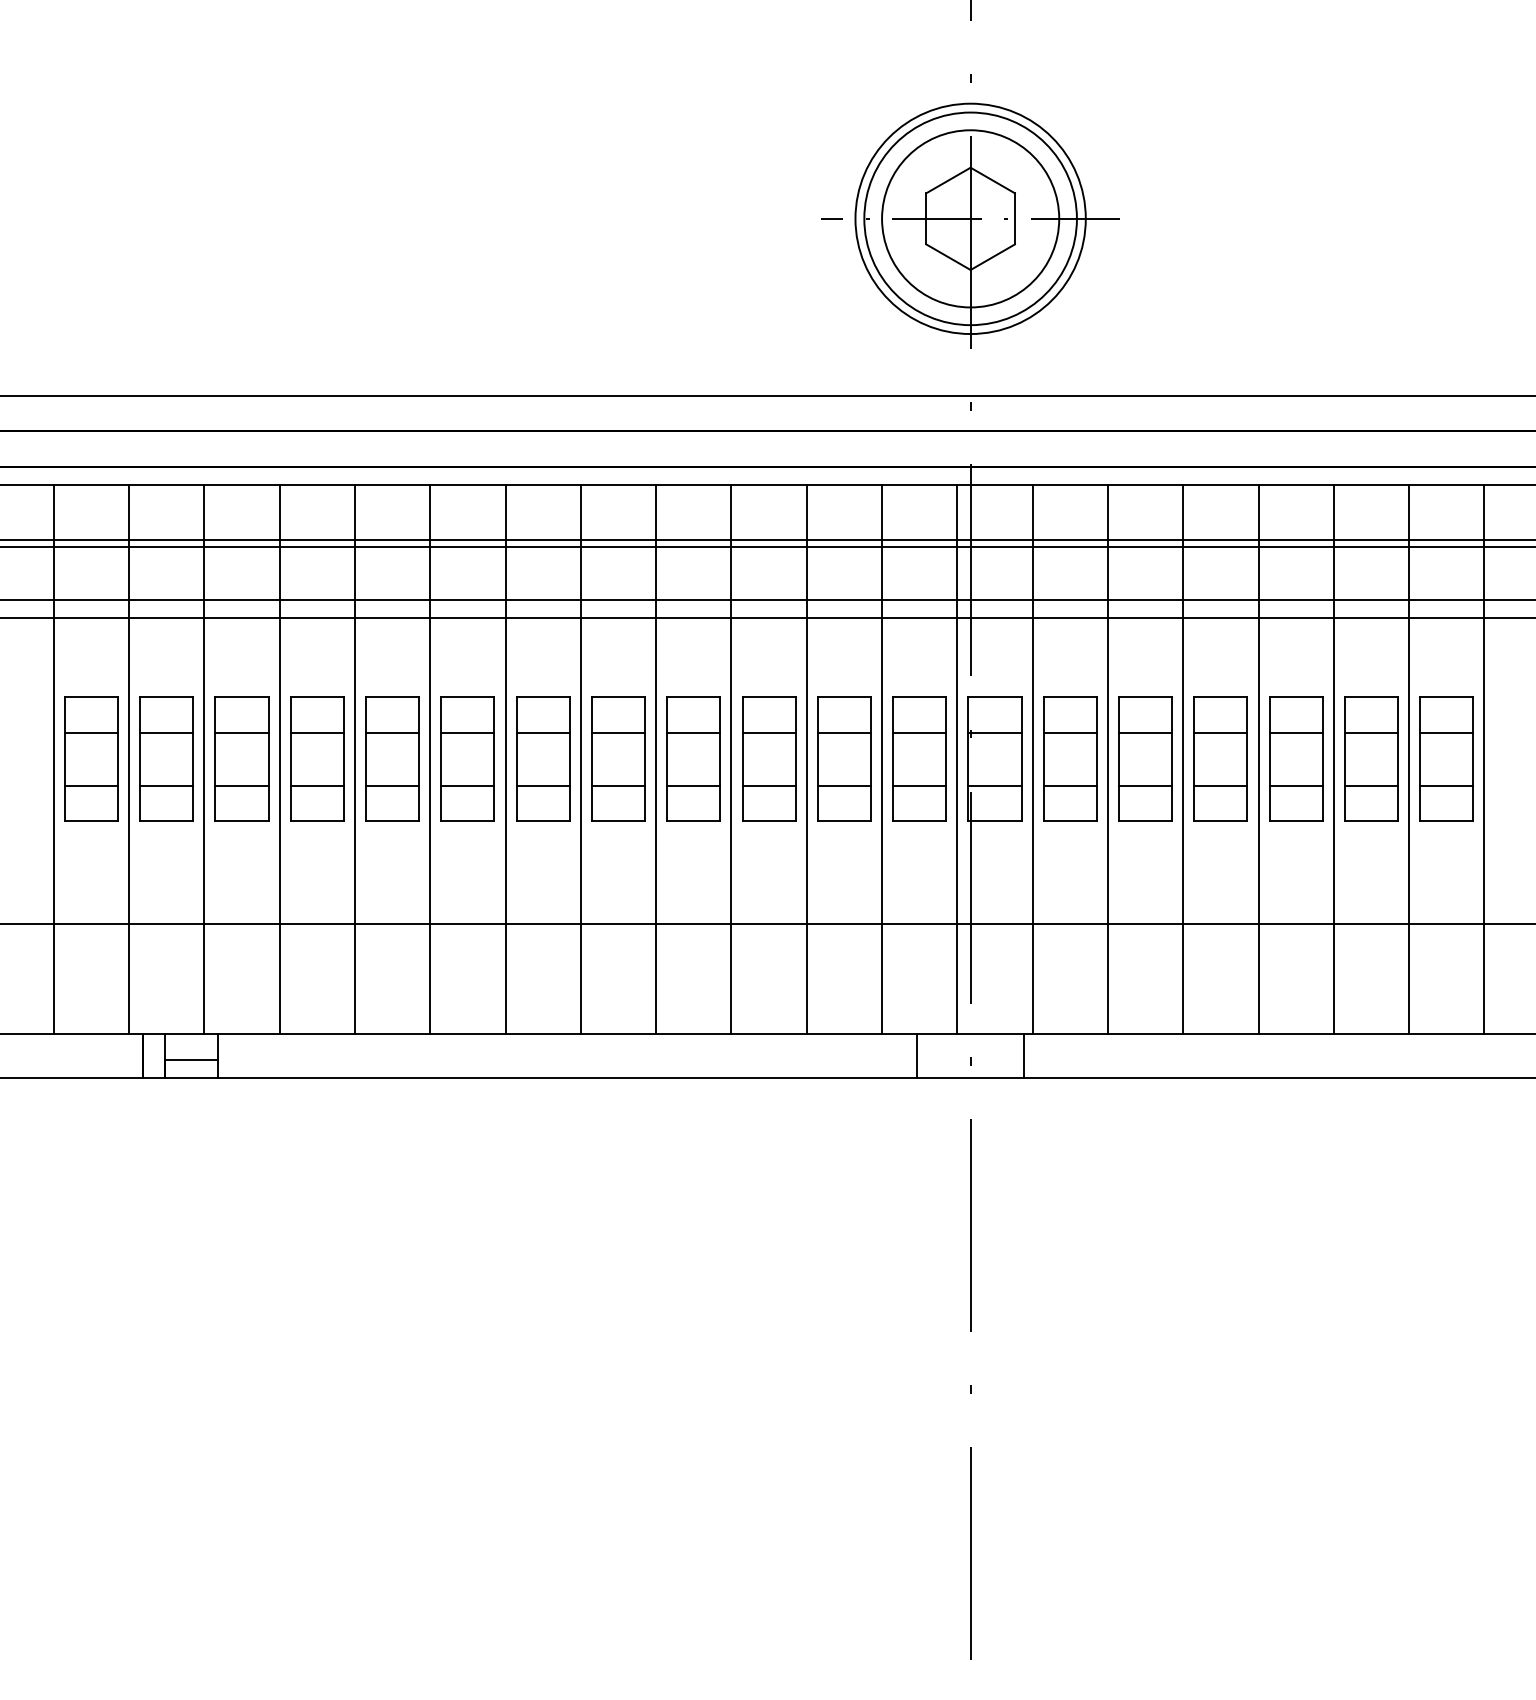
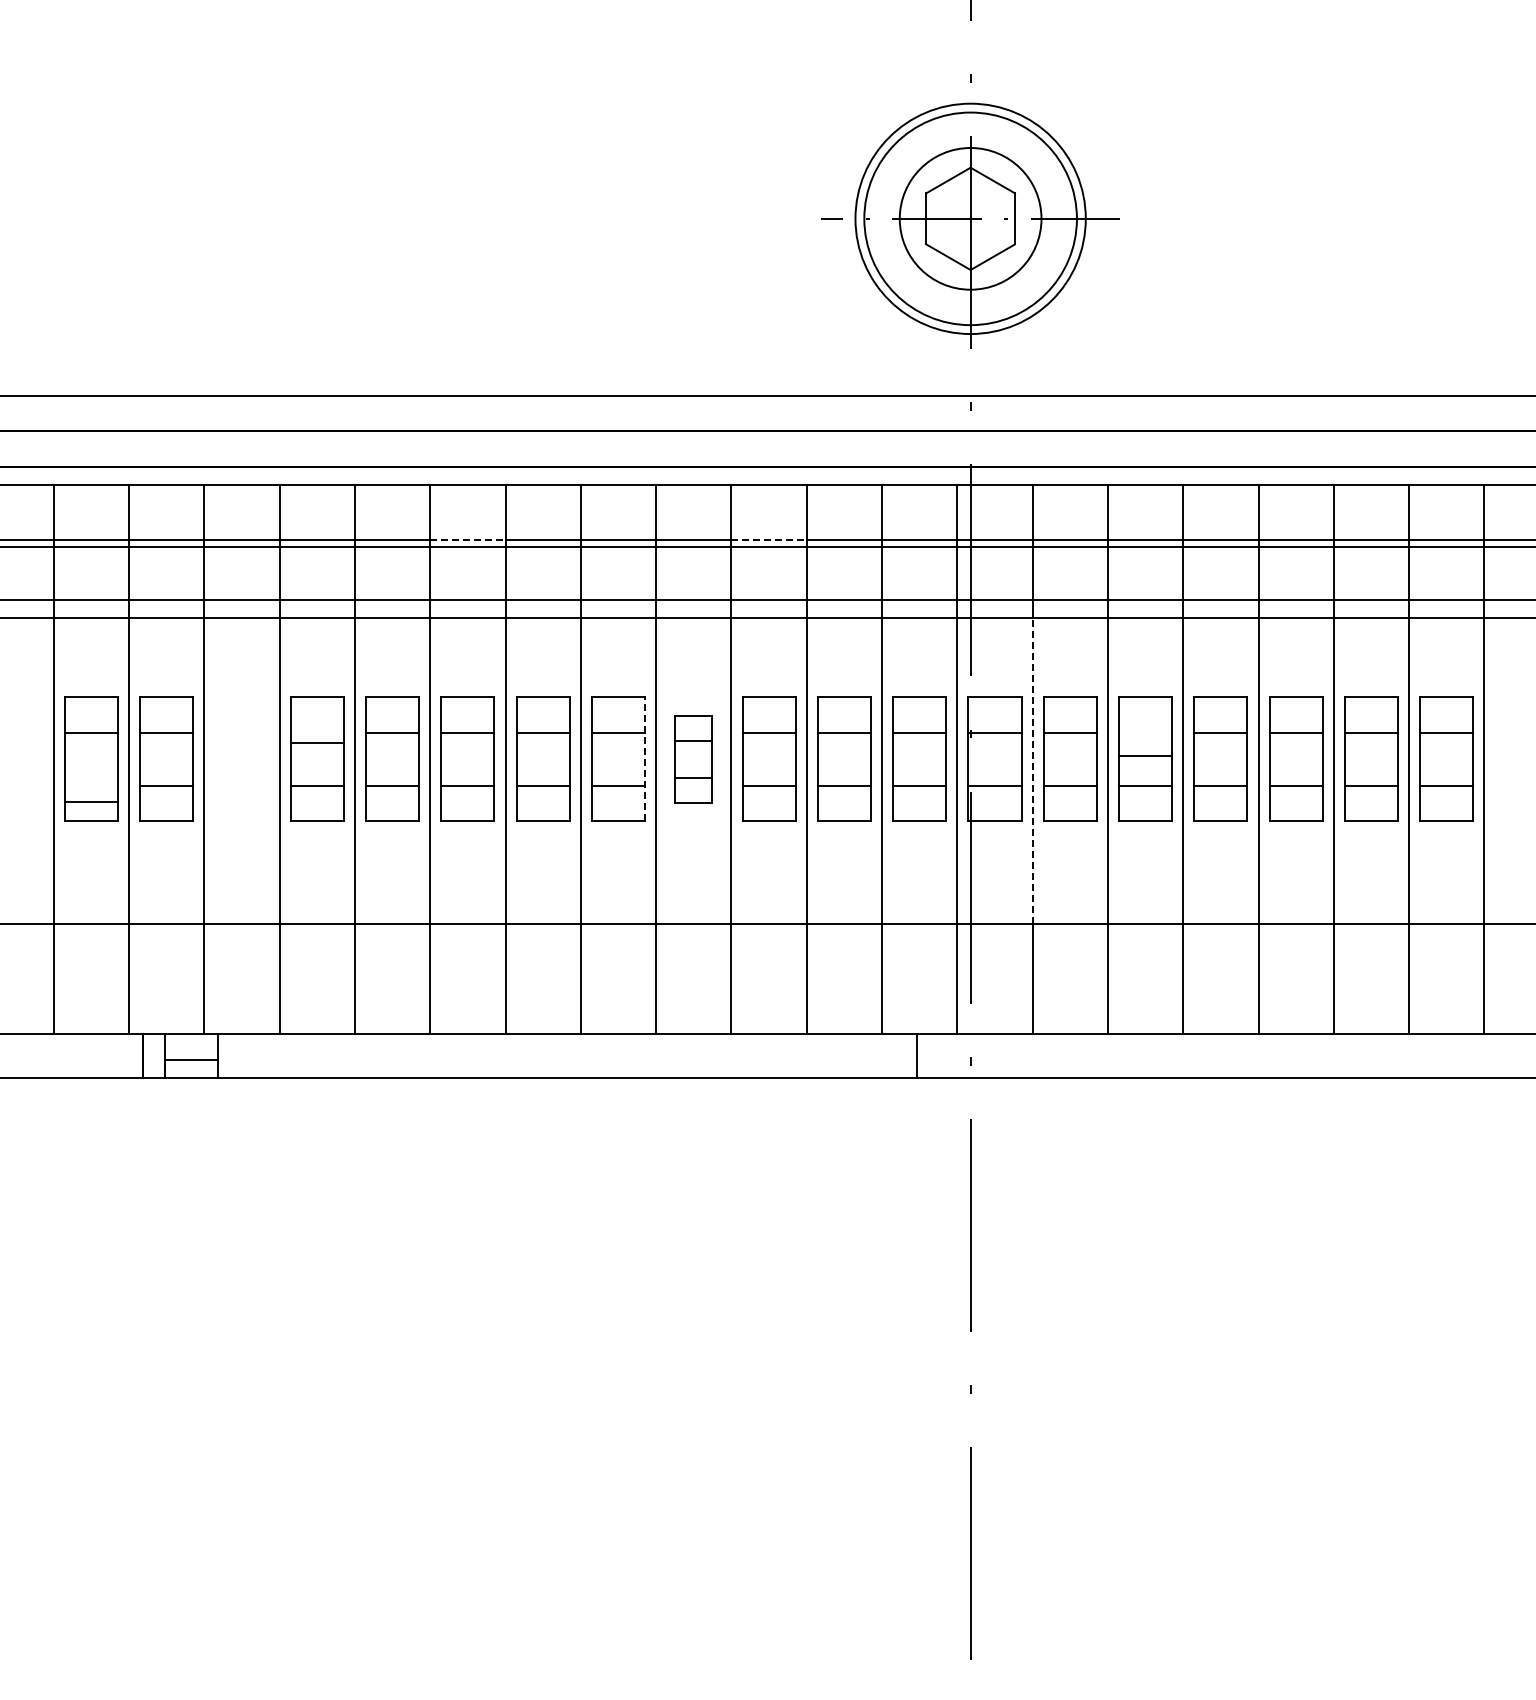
circle at (970, 218) diameter: 177 px -> 142 px
line at (467, 539): solid -> dashed
line at (769, 539): solid -> dashed
line at (316, 732) position: (316, 732) -> (316, 742)
line at (1145, 732) position: (1145, 732) -> (1145, 755)
part at (241, 758): present -> none
line at (645, 758): solid -> dashed
part at (693, 758) size: 55x126 px -> 39x89 px
line at (1032, 770): solid -> dashed
line at (90, 785) position: (90, 785) -> (90, 801)
line at (1023, 1055): present -> none
